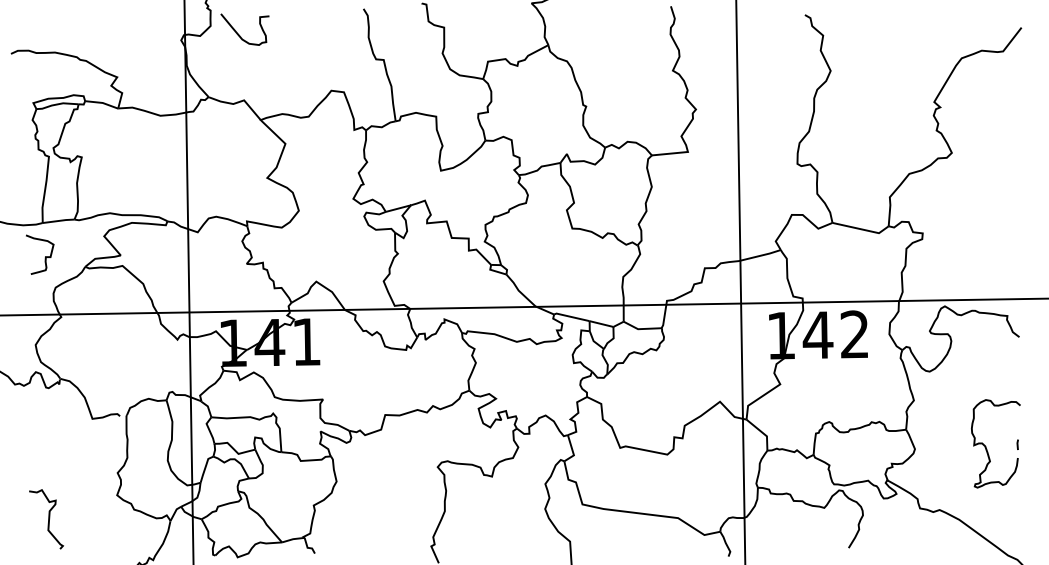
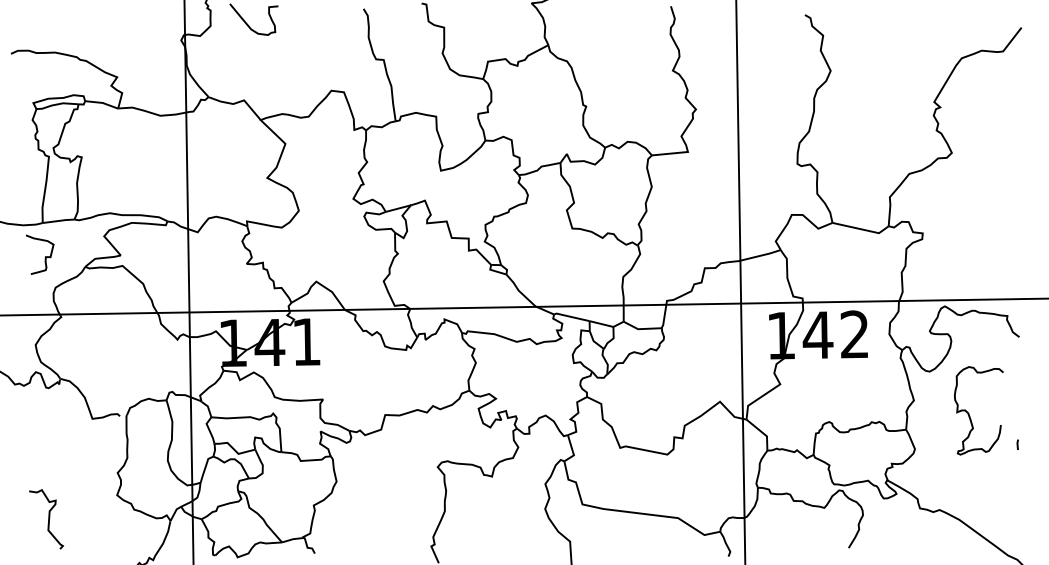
curve at (239, 34) position: (239, 34) -> (248, 24)
curve at (986, 446) position: (986, 446) -> (969, 413)
